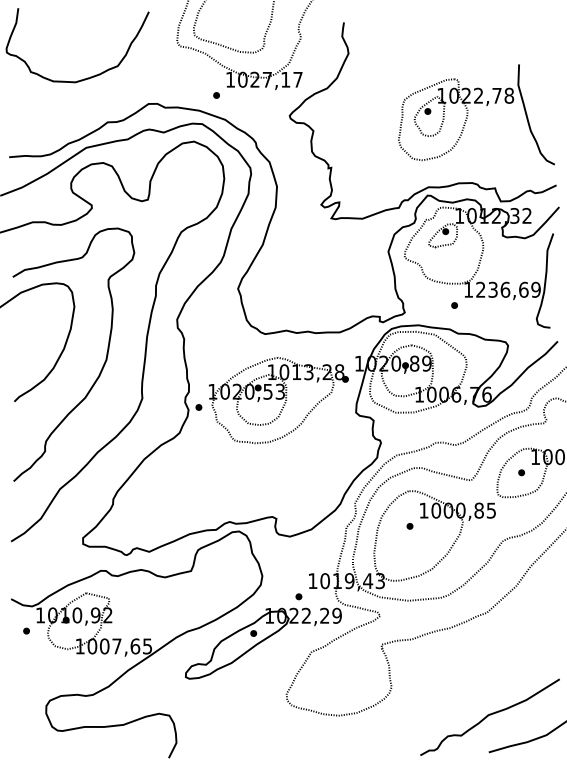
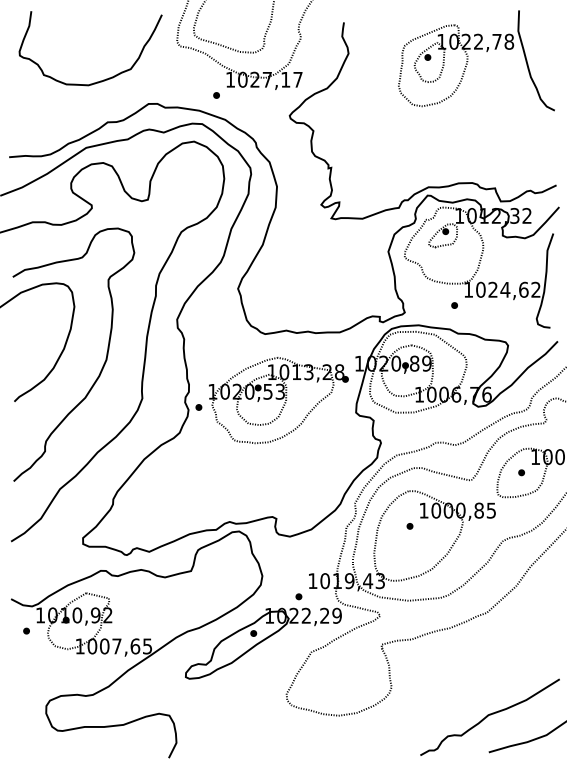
curve at (87, 77) position: (87, 77) -> (100, 80)
part at (468, 113) position: (468, 113) -> (468, 59)
text at (508, 289): 1236,69 -> 1024,62
